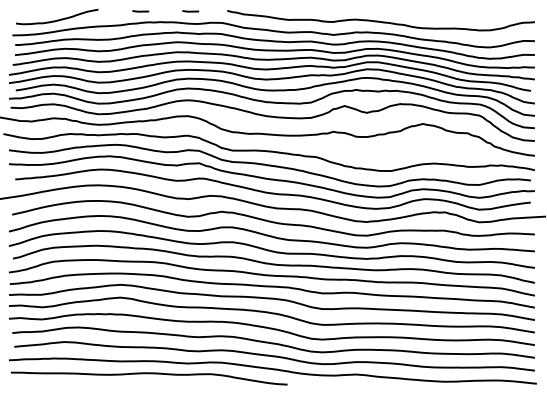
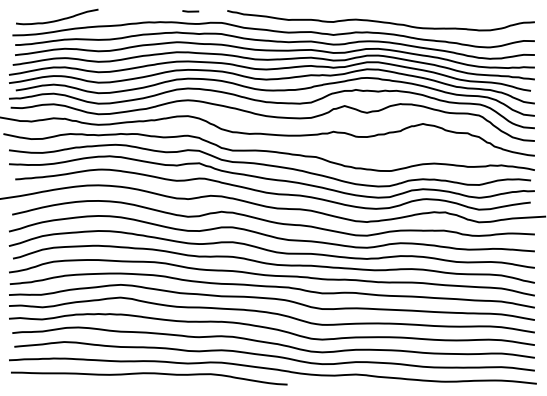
line at (140, 11): present -> none
